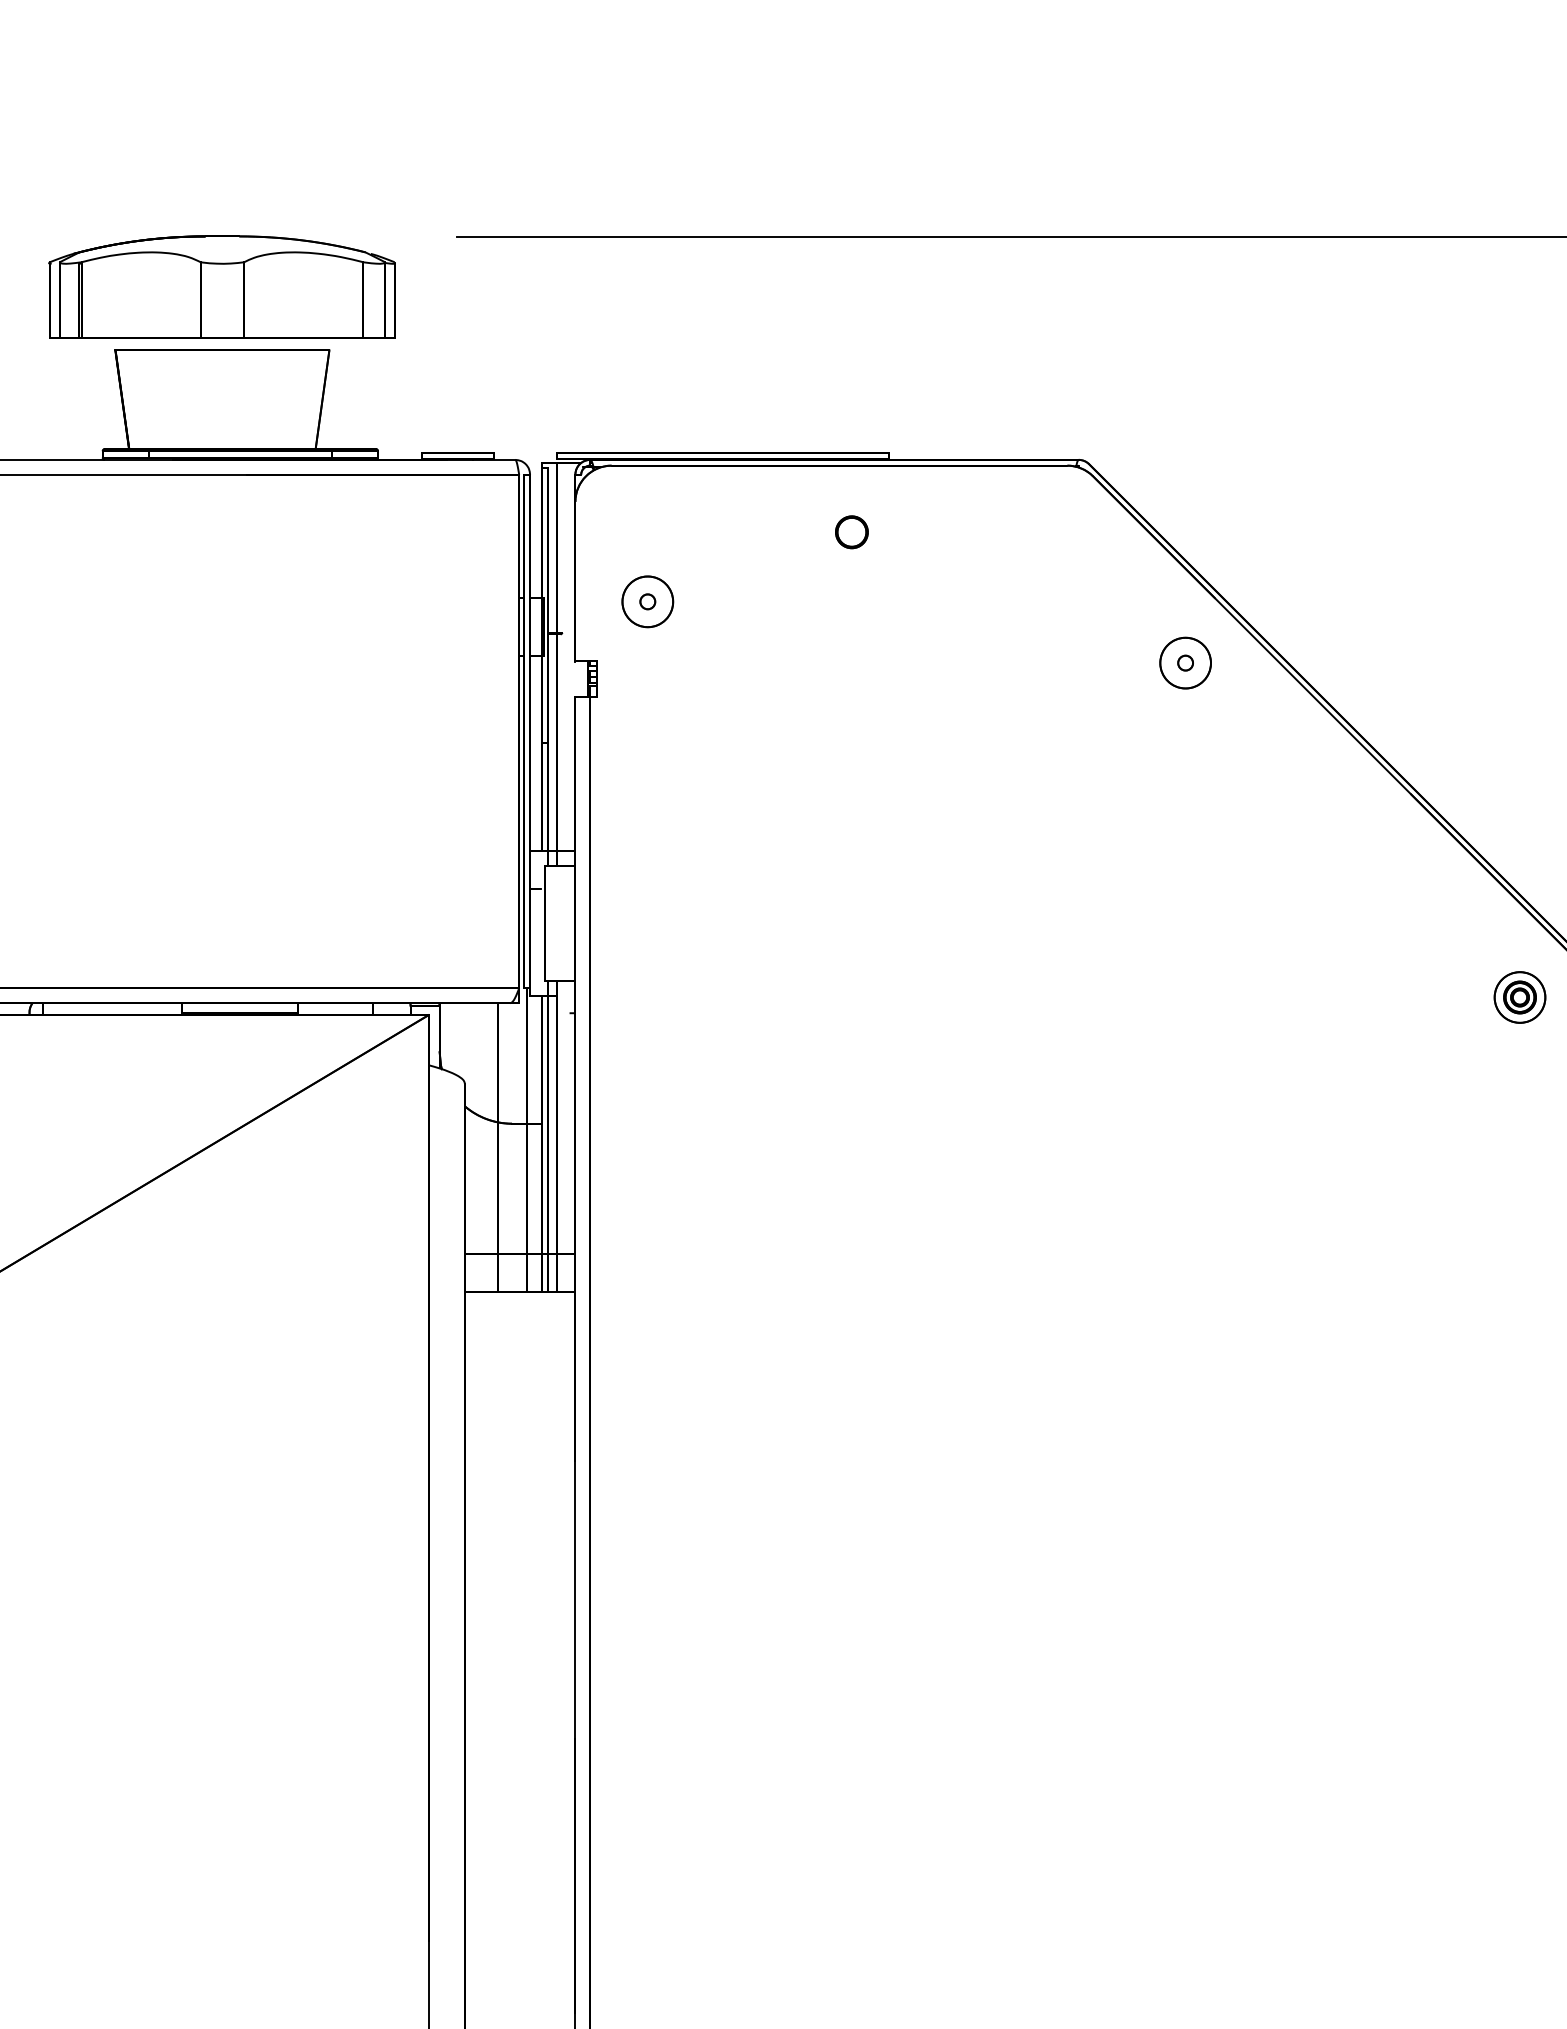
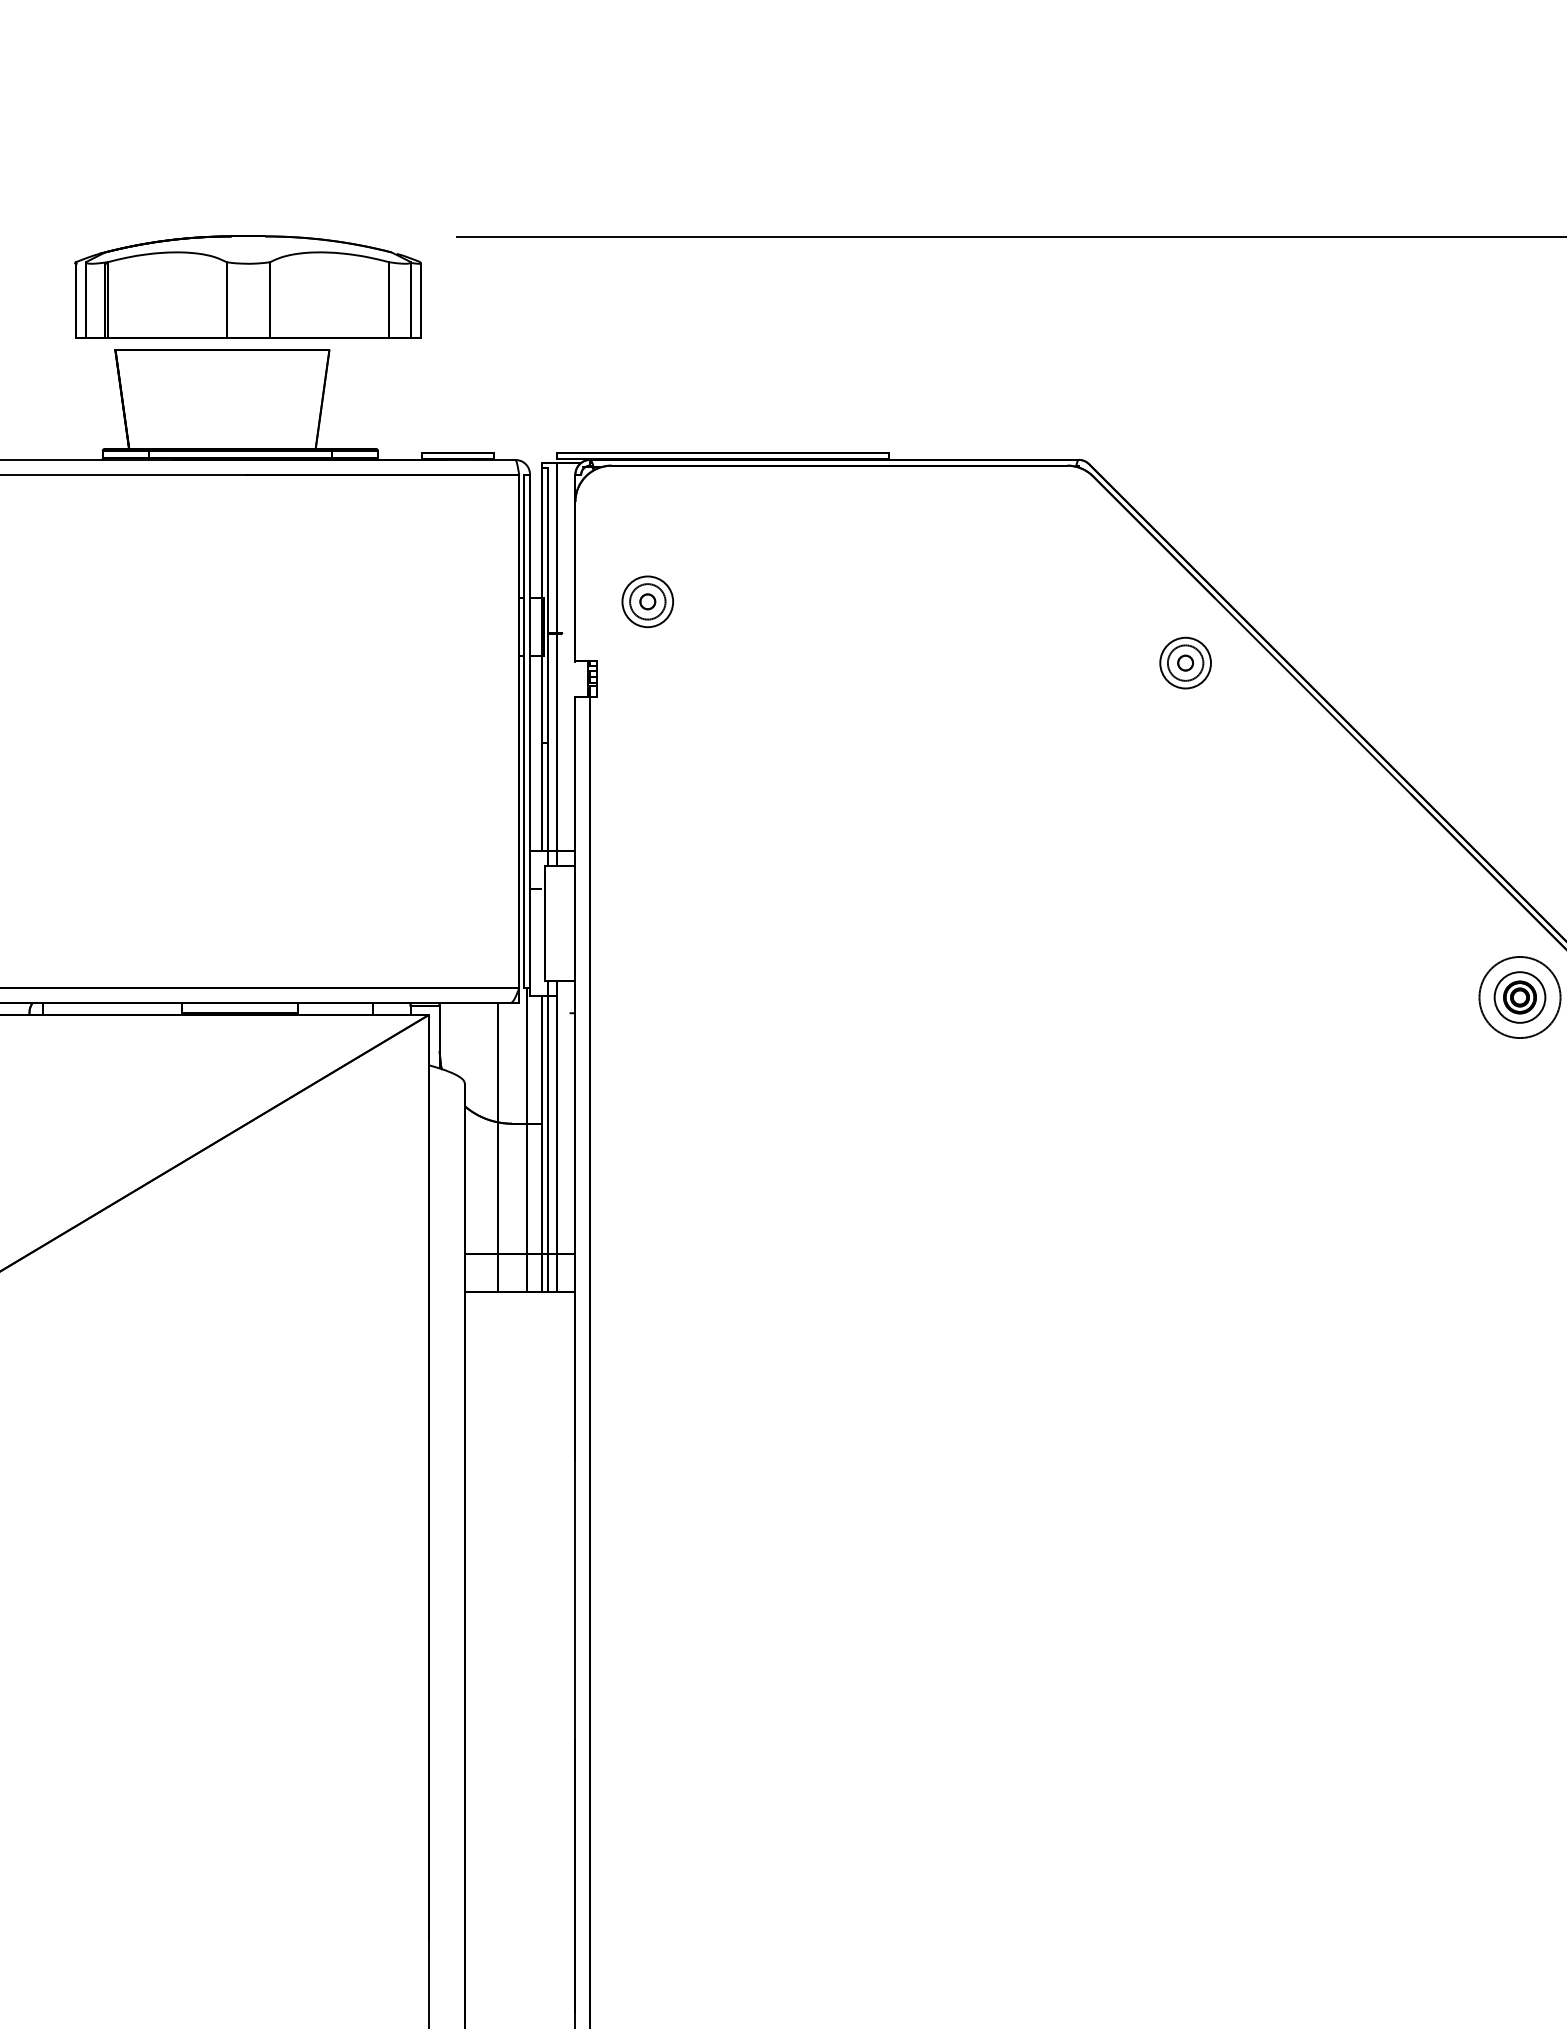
part at (221, 286) position: (221, 286) -> (247, 286)
part at (851, 532): present -> none
circle at (647, 601) diameter: 51 px -> 35 px
circle at (1185, 662) diameter: 51 px -> 35 px
circle at (1519, 997) diameter: 51 px -> 81 px
